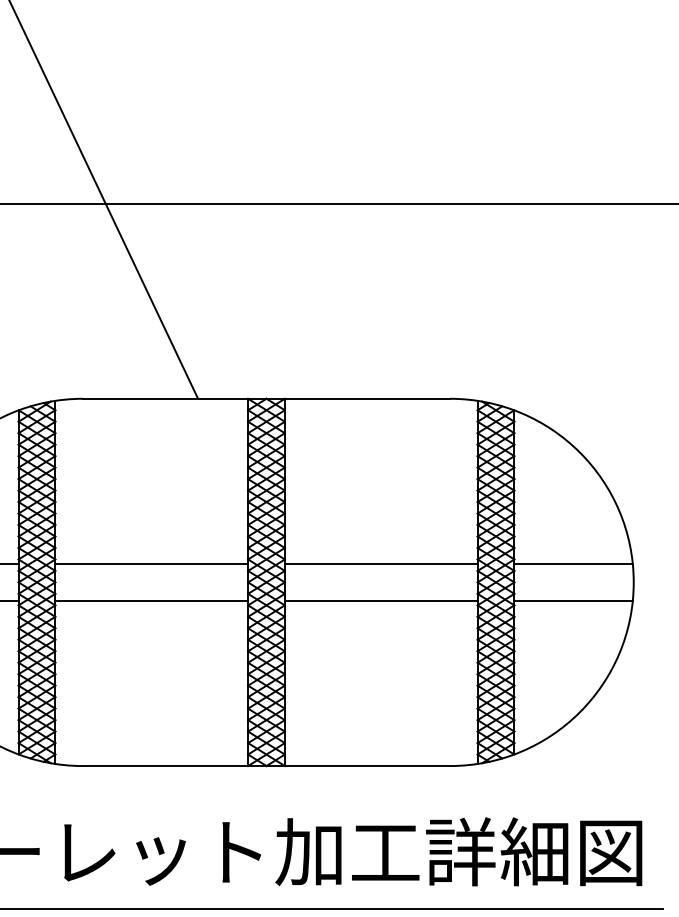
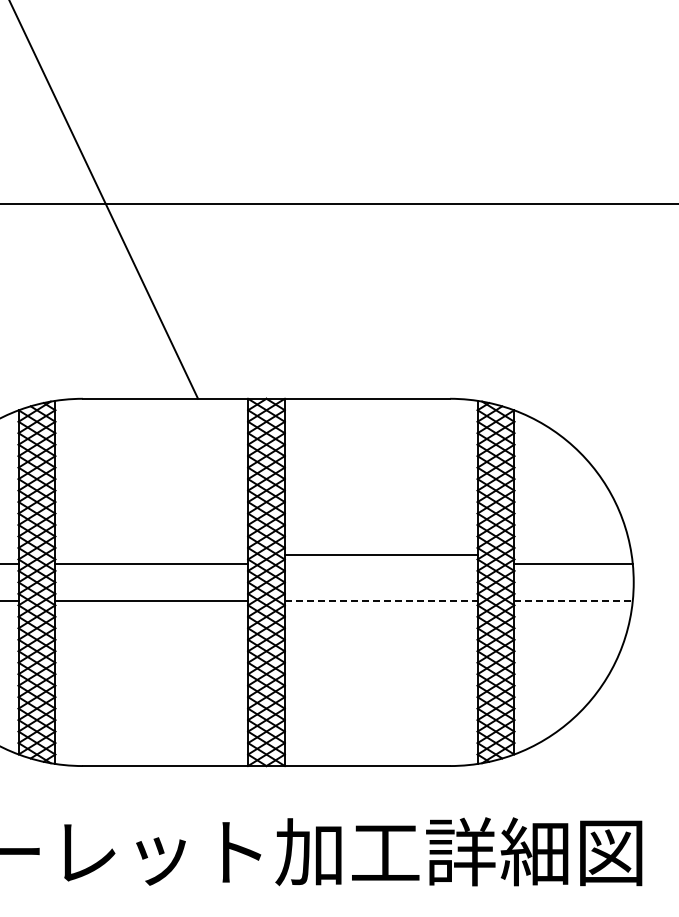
line at (380, 564) position: (380, 564) -> (380, 555)
line at (381, 600): solid -> dashed
line at (574, 600): solid -> dashed
line at (332, 908): present -> none
